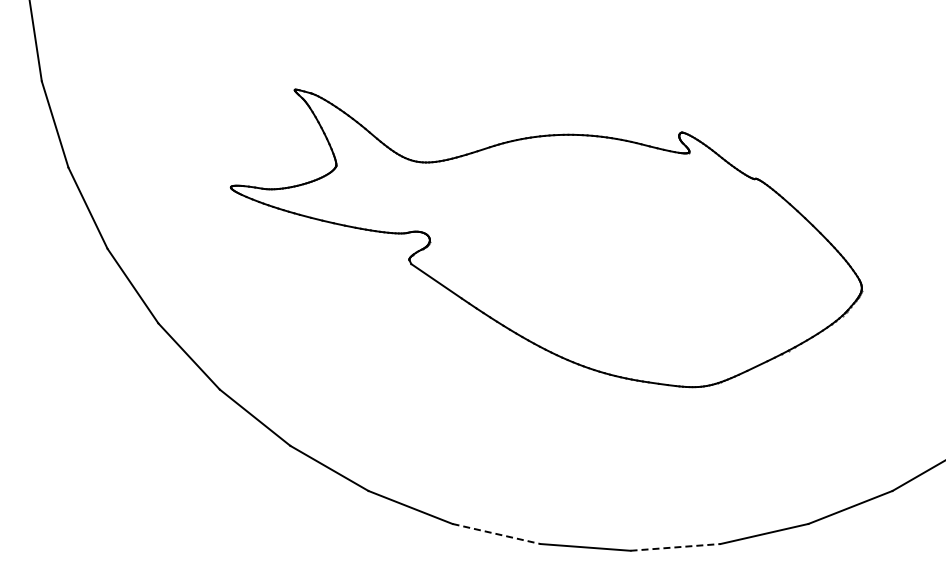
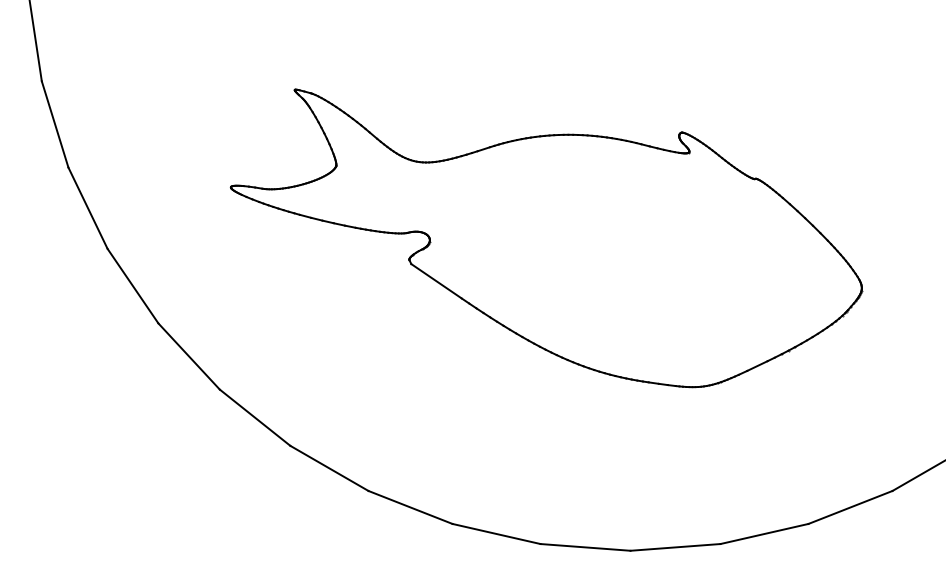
line at (497, 534): dashed -> solid
line at (676, 547): dashed -> solid
